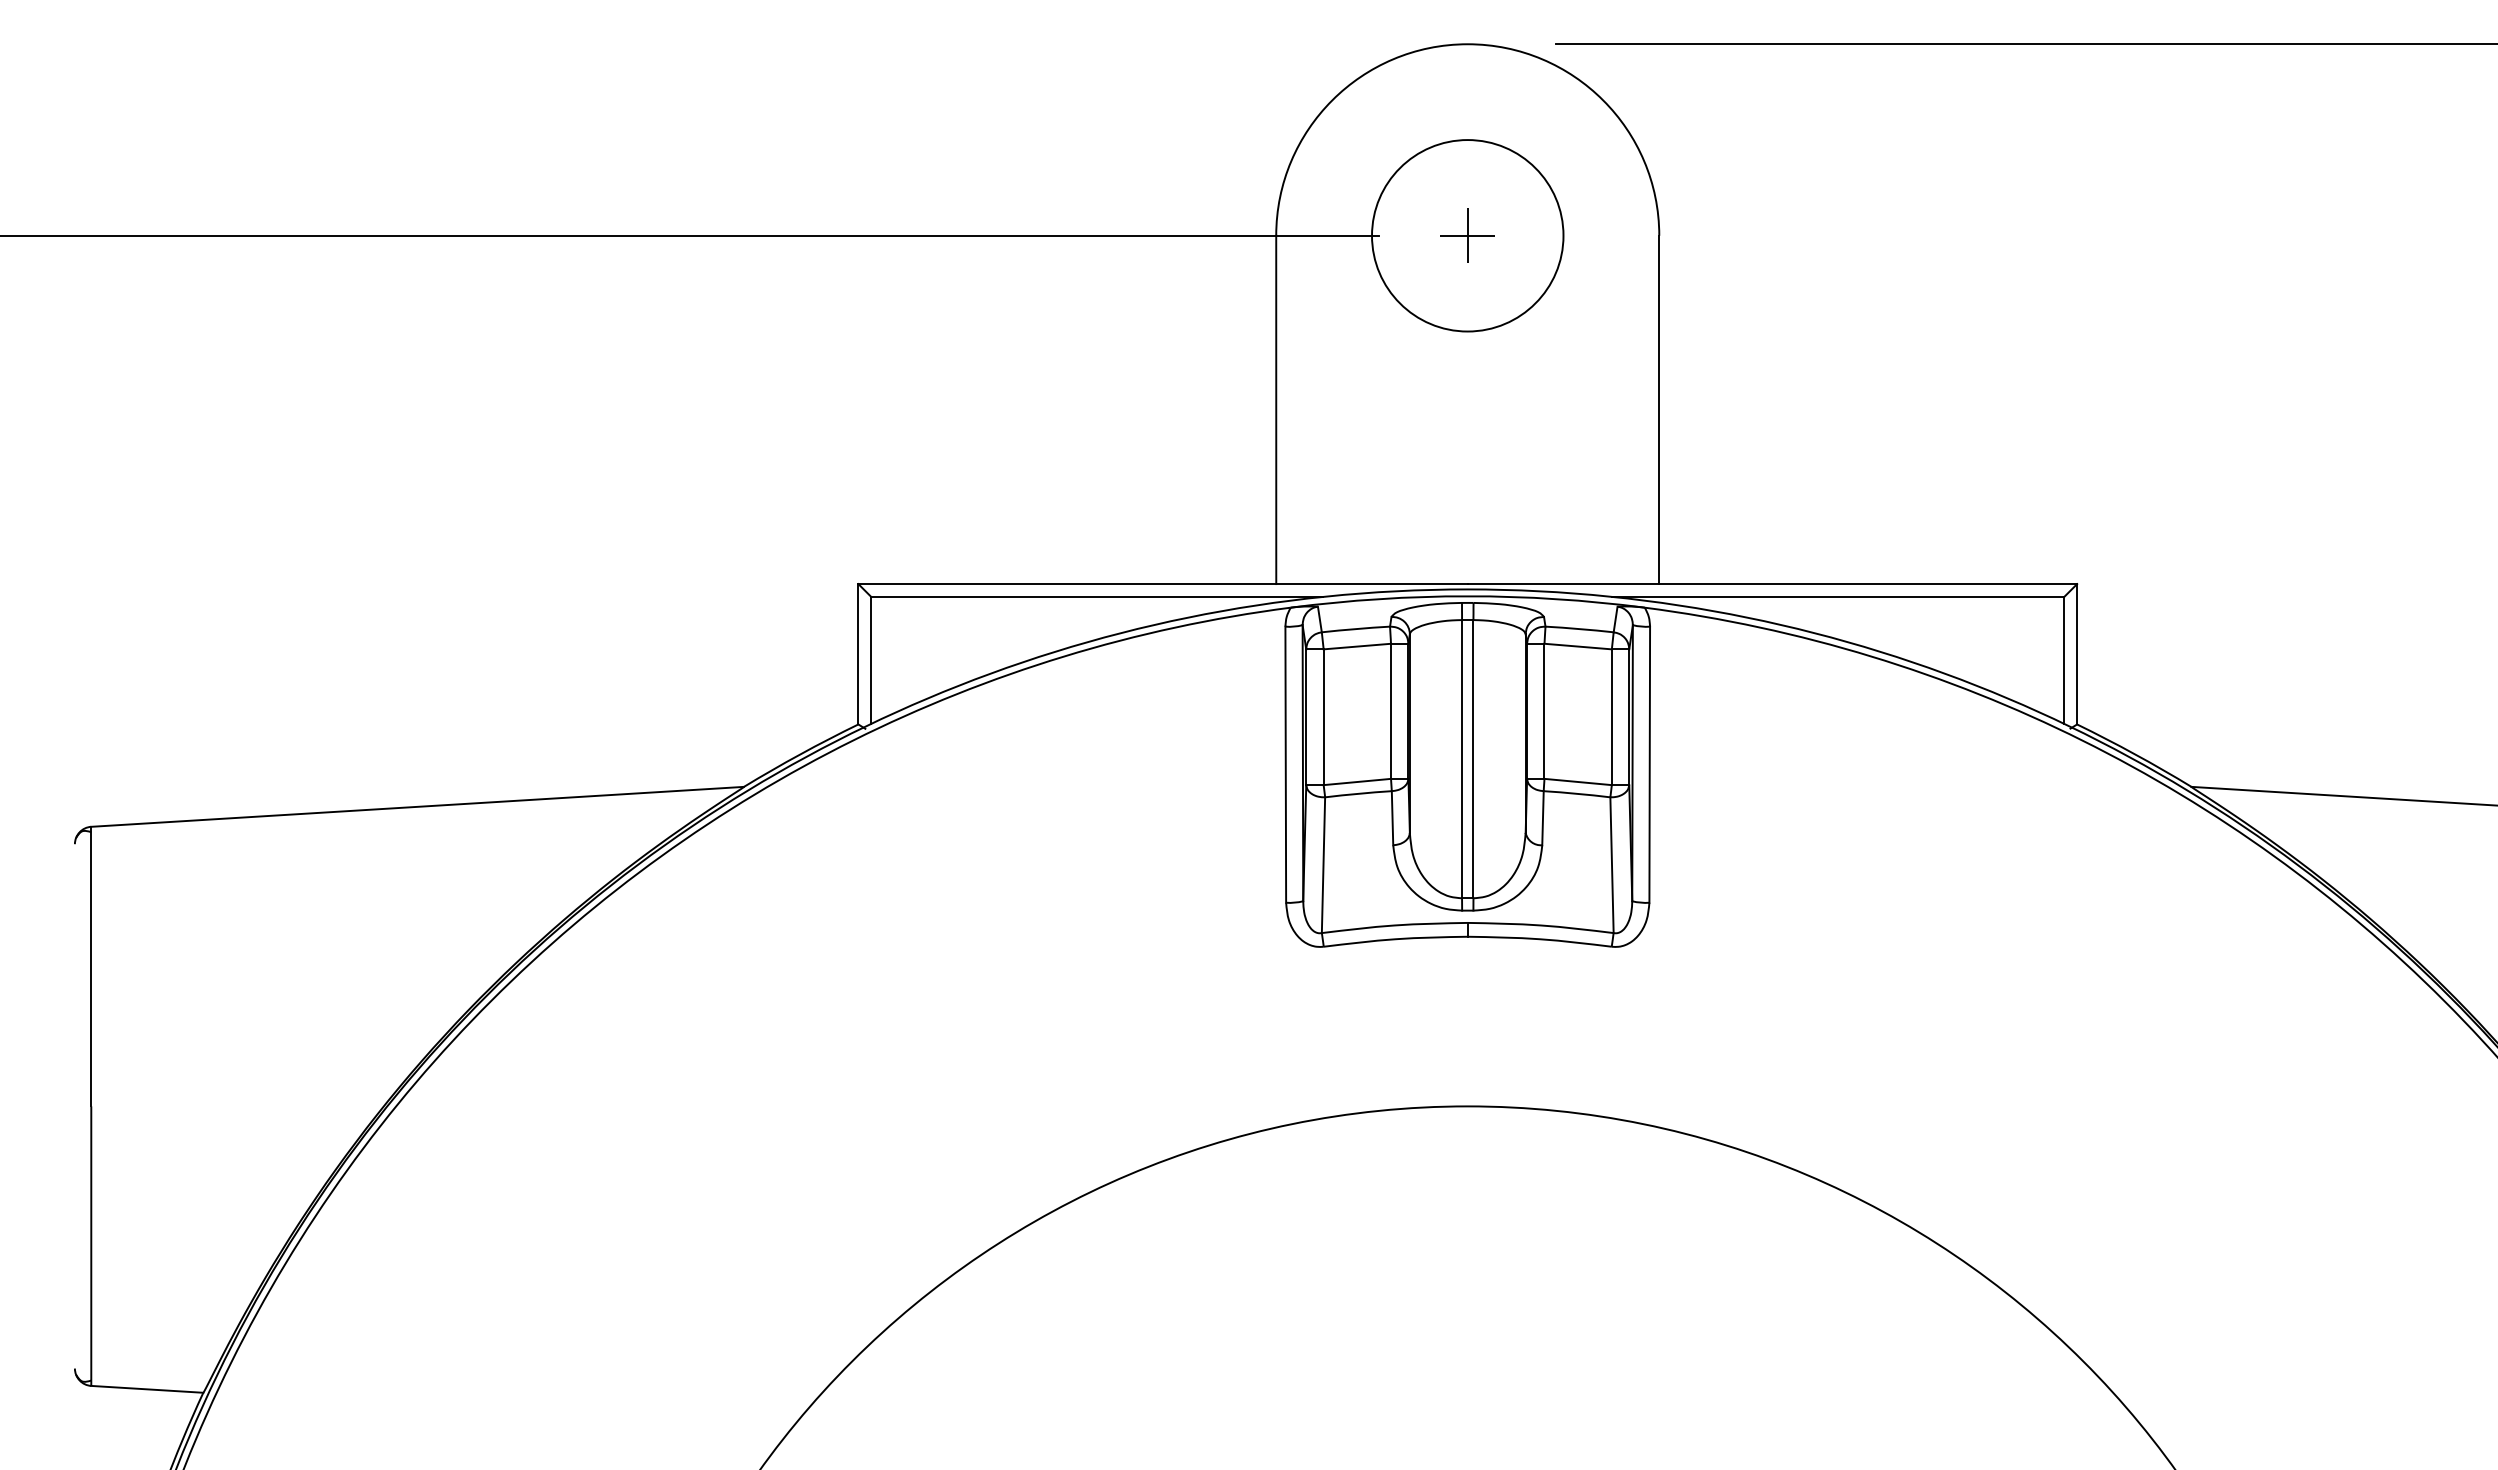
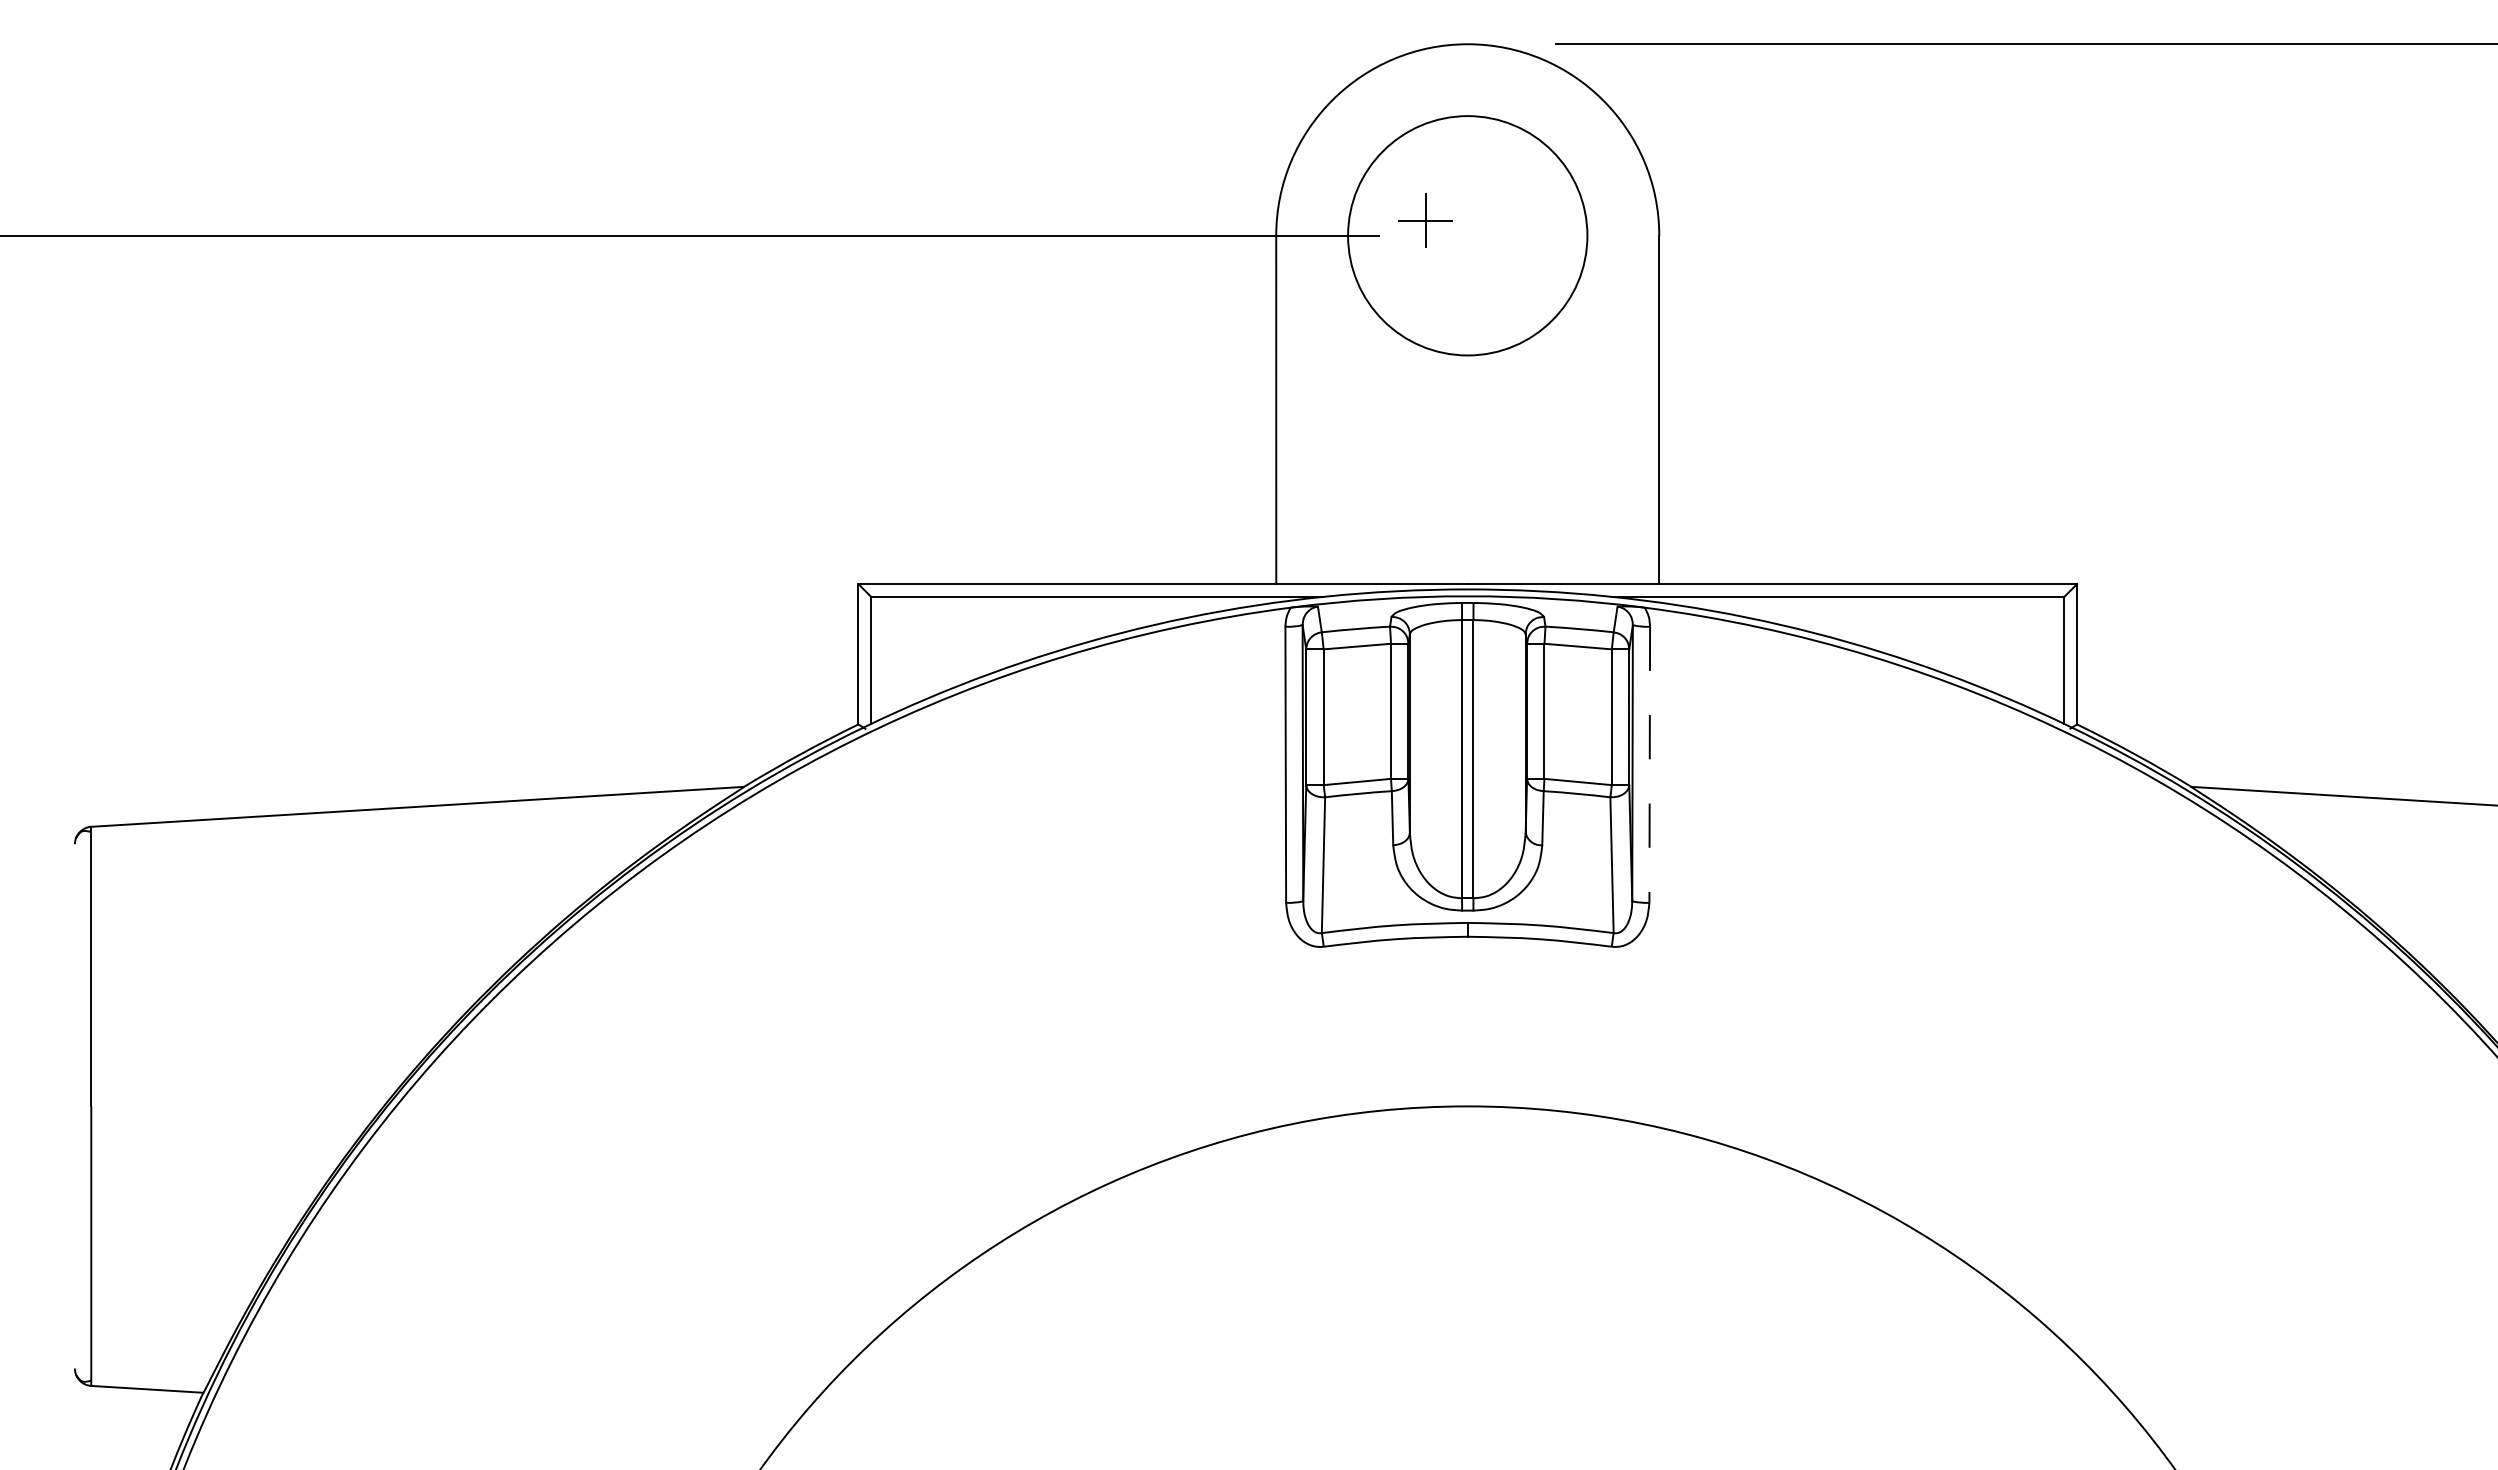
circle at (1467, 235) diameter: 191 px -> 239 px
part at (1467, 235) position: (1467, 235) -> (1425, 220)
line at (1649, 765): solid -> dashed
